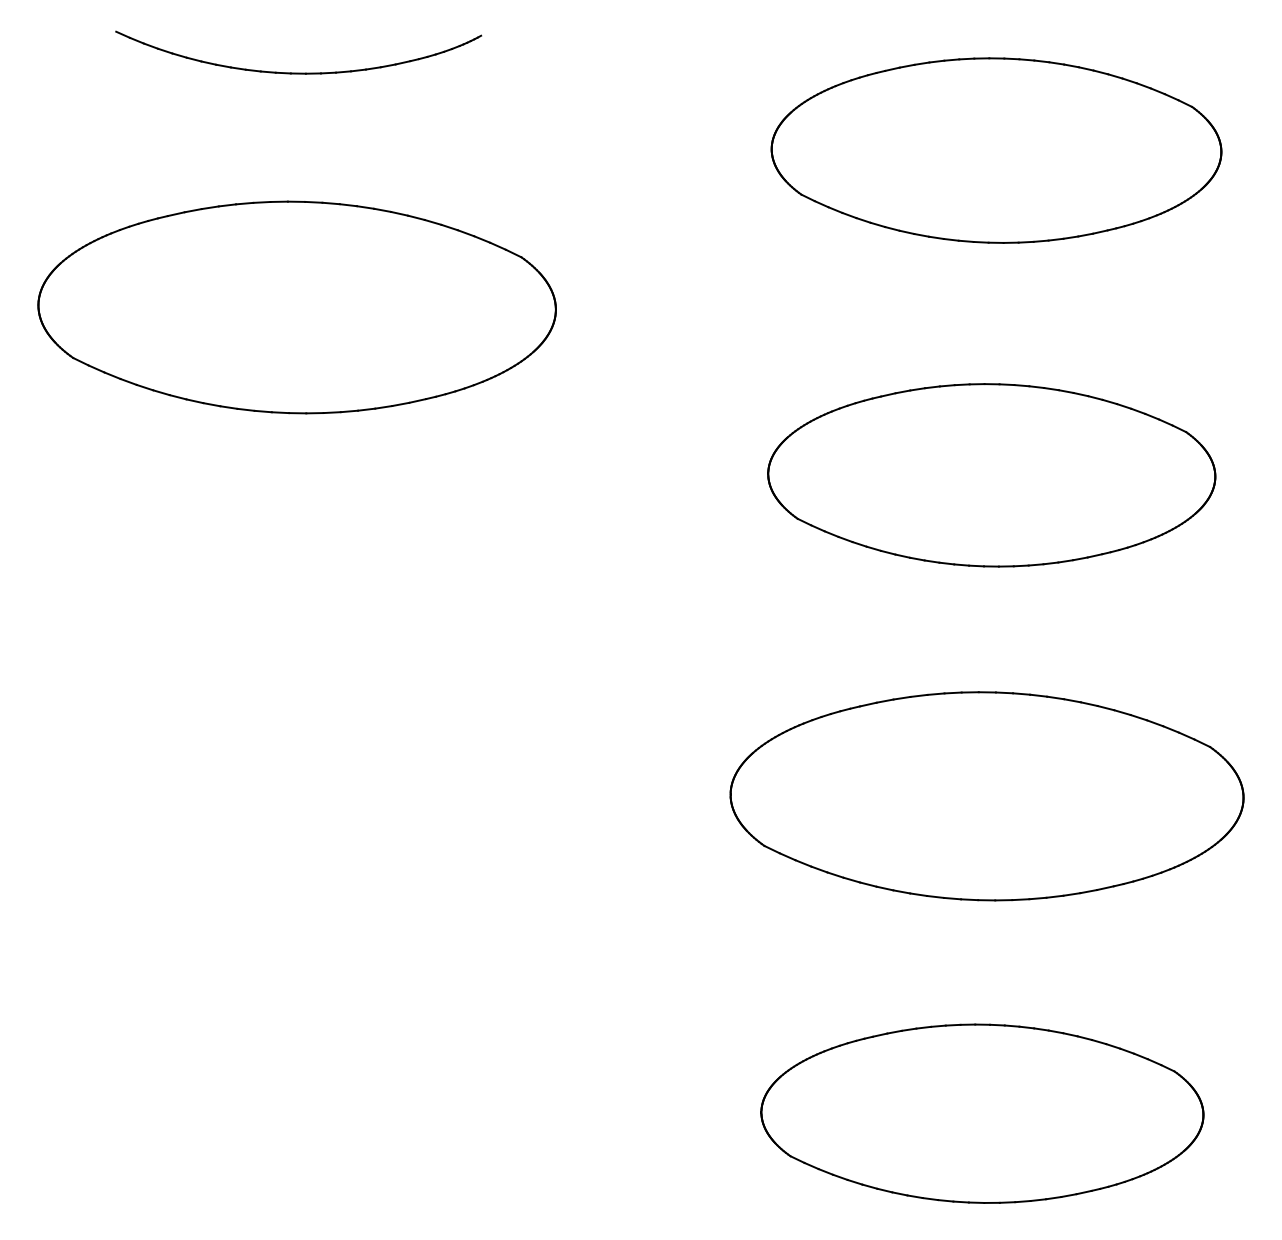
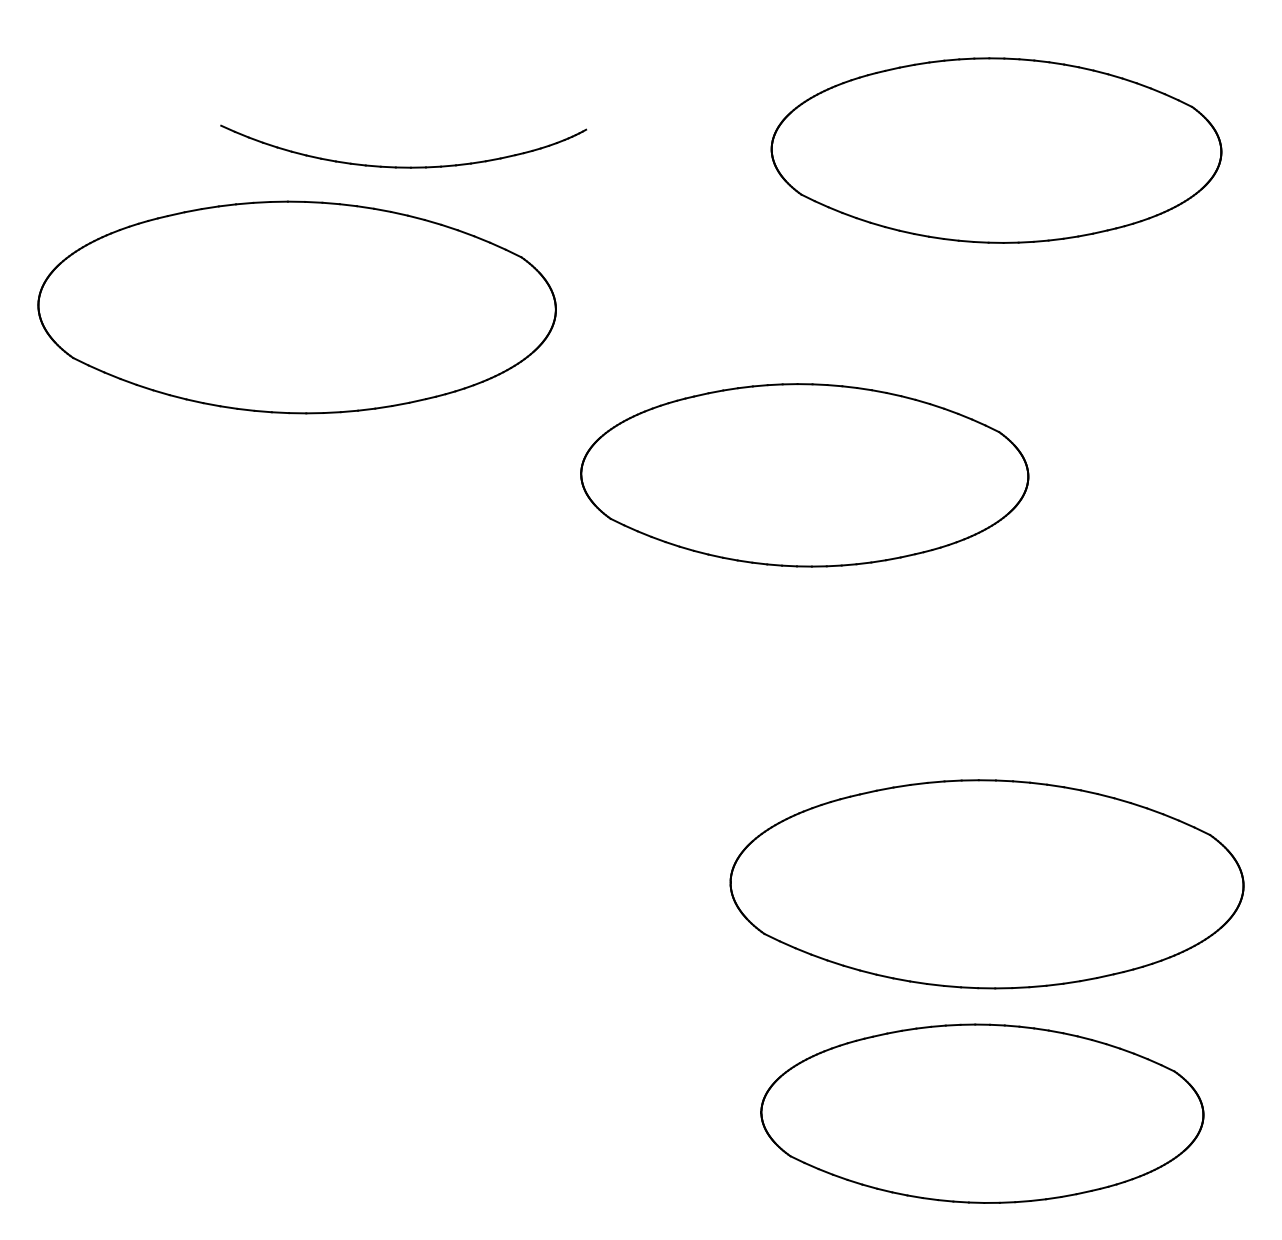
part at (298, 72) position: (298, 72) -> (403, 166)
part at (991, 475) position: (991, 475) -> (804, 475)
part at (986, 796) position: (986, 796) -> (986, 884)
